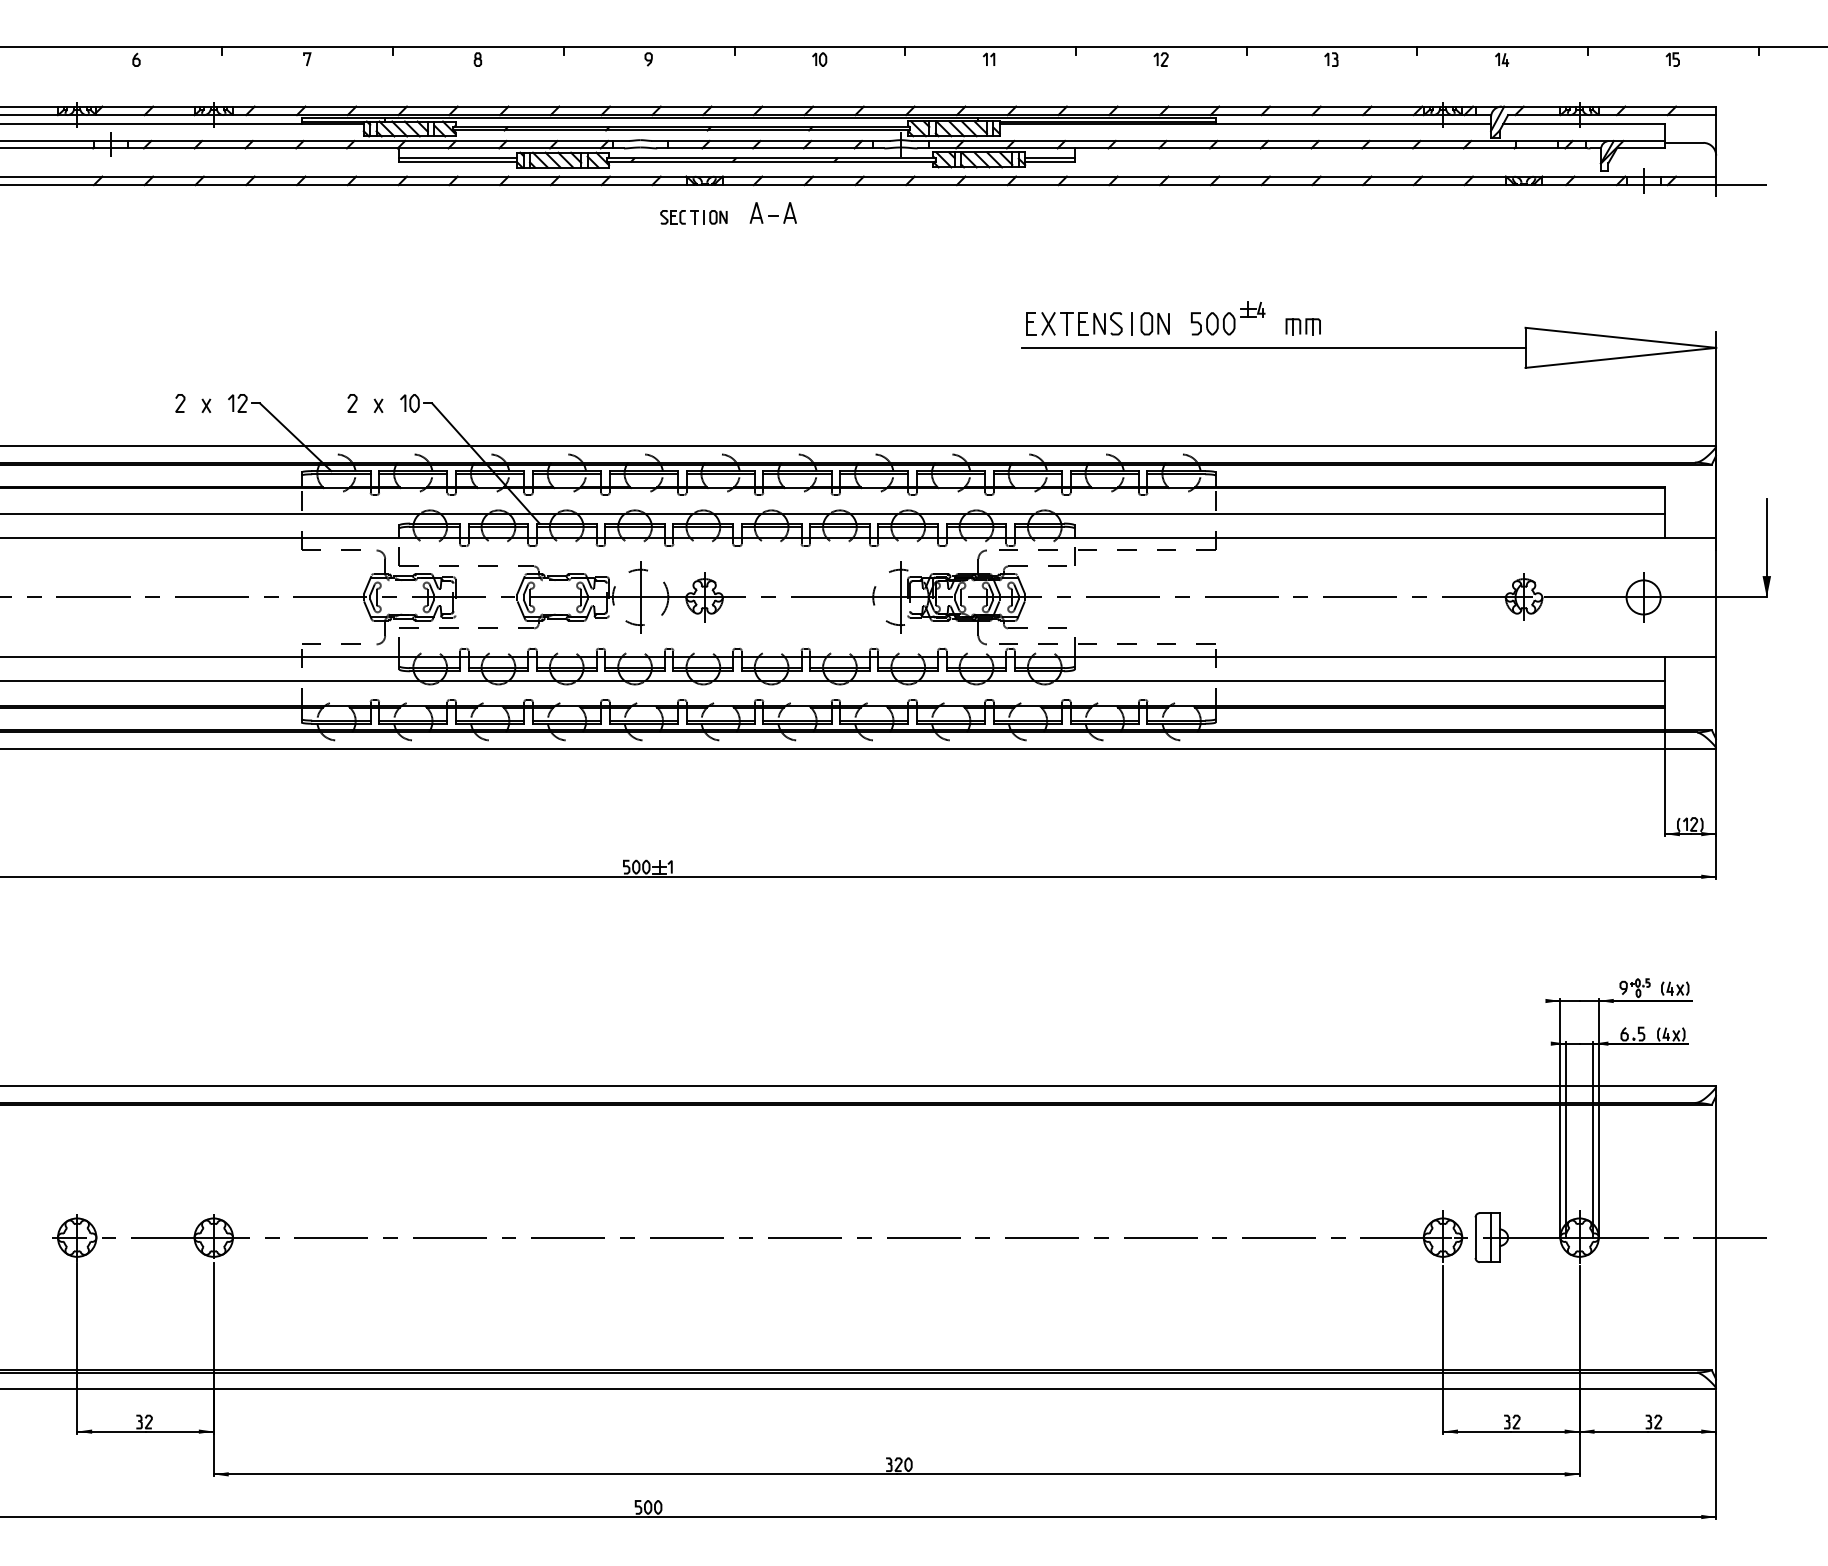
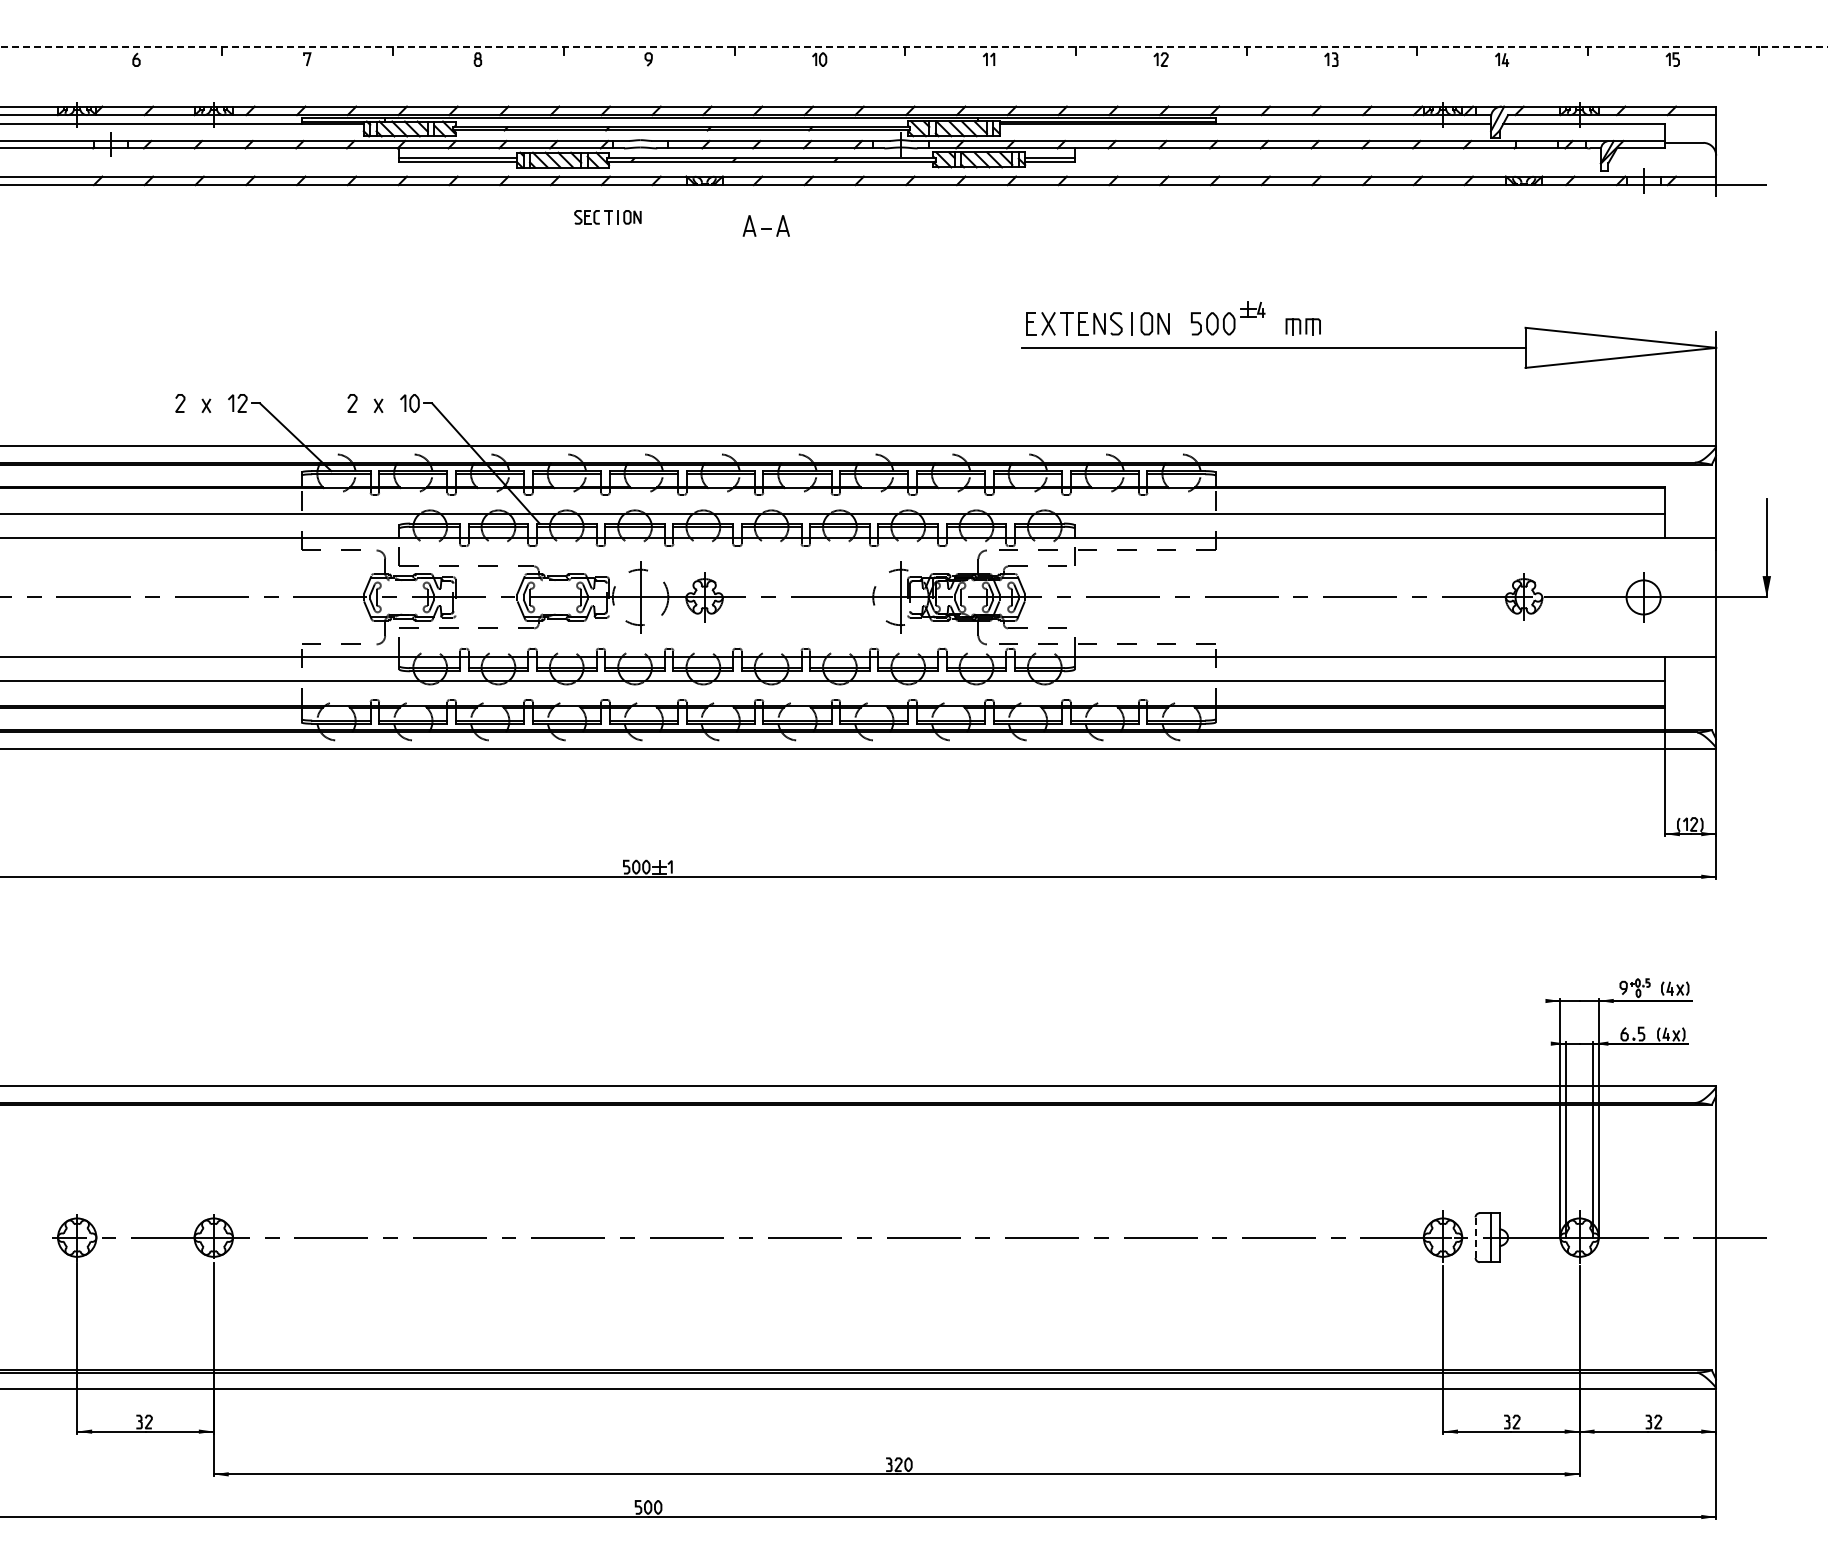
line at (914, 46): solid -> dashed
part at (772, 212) position: (772, 212) -> (765, 225)
part at (693, 217) position: (693, 217) -> (607, 217)
line at (1475, 1237): solid -> dashed
